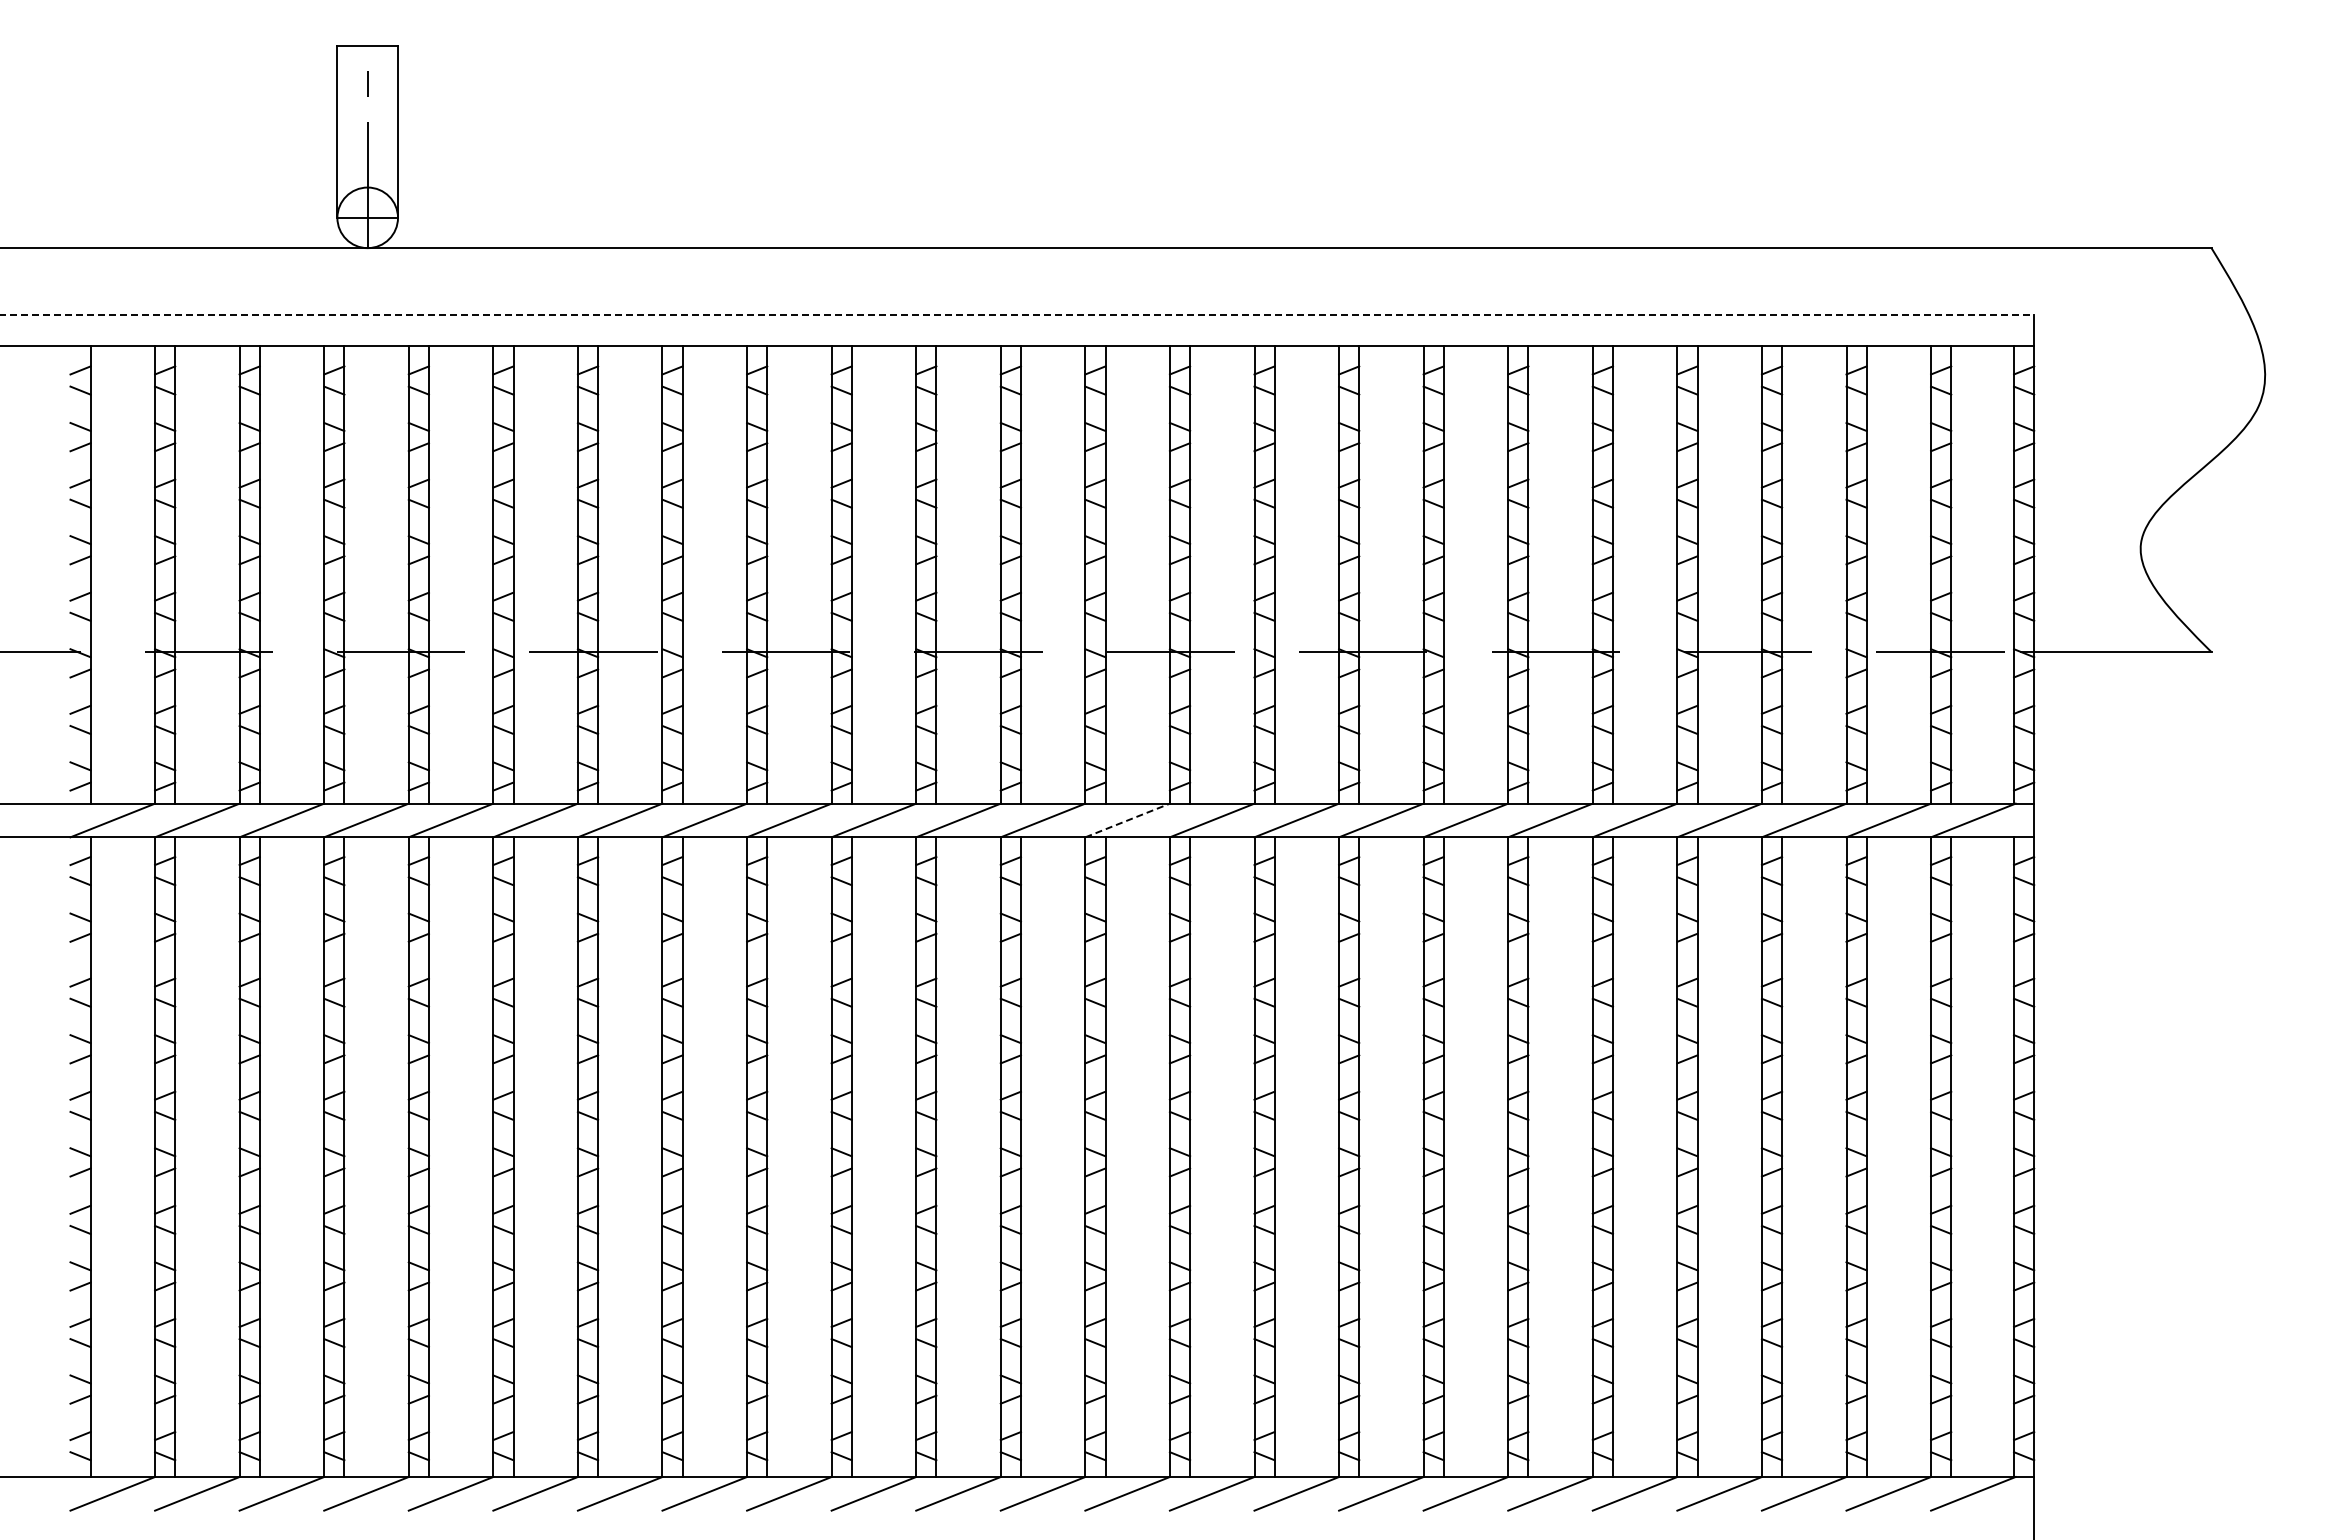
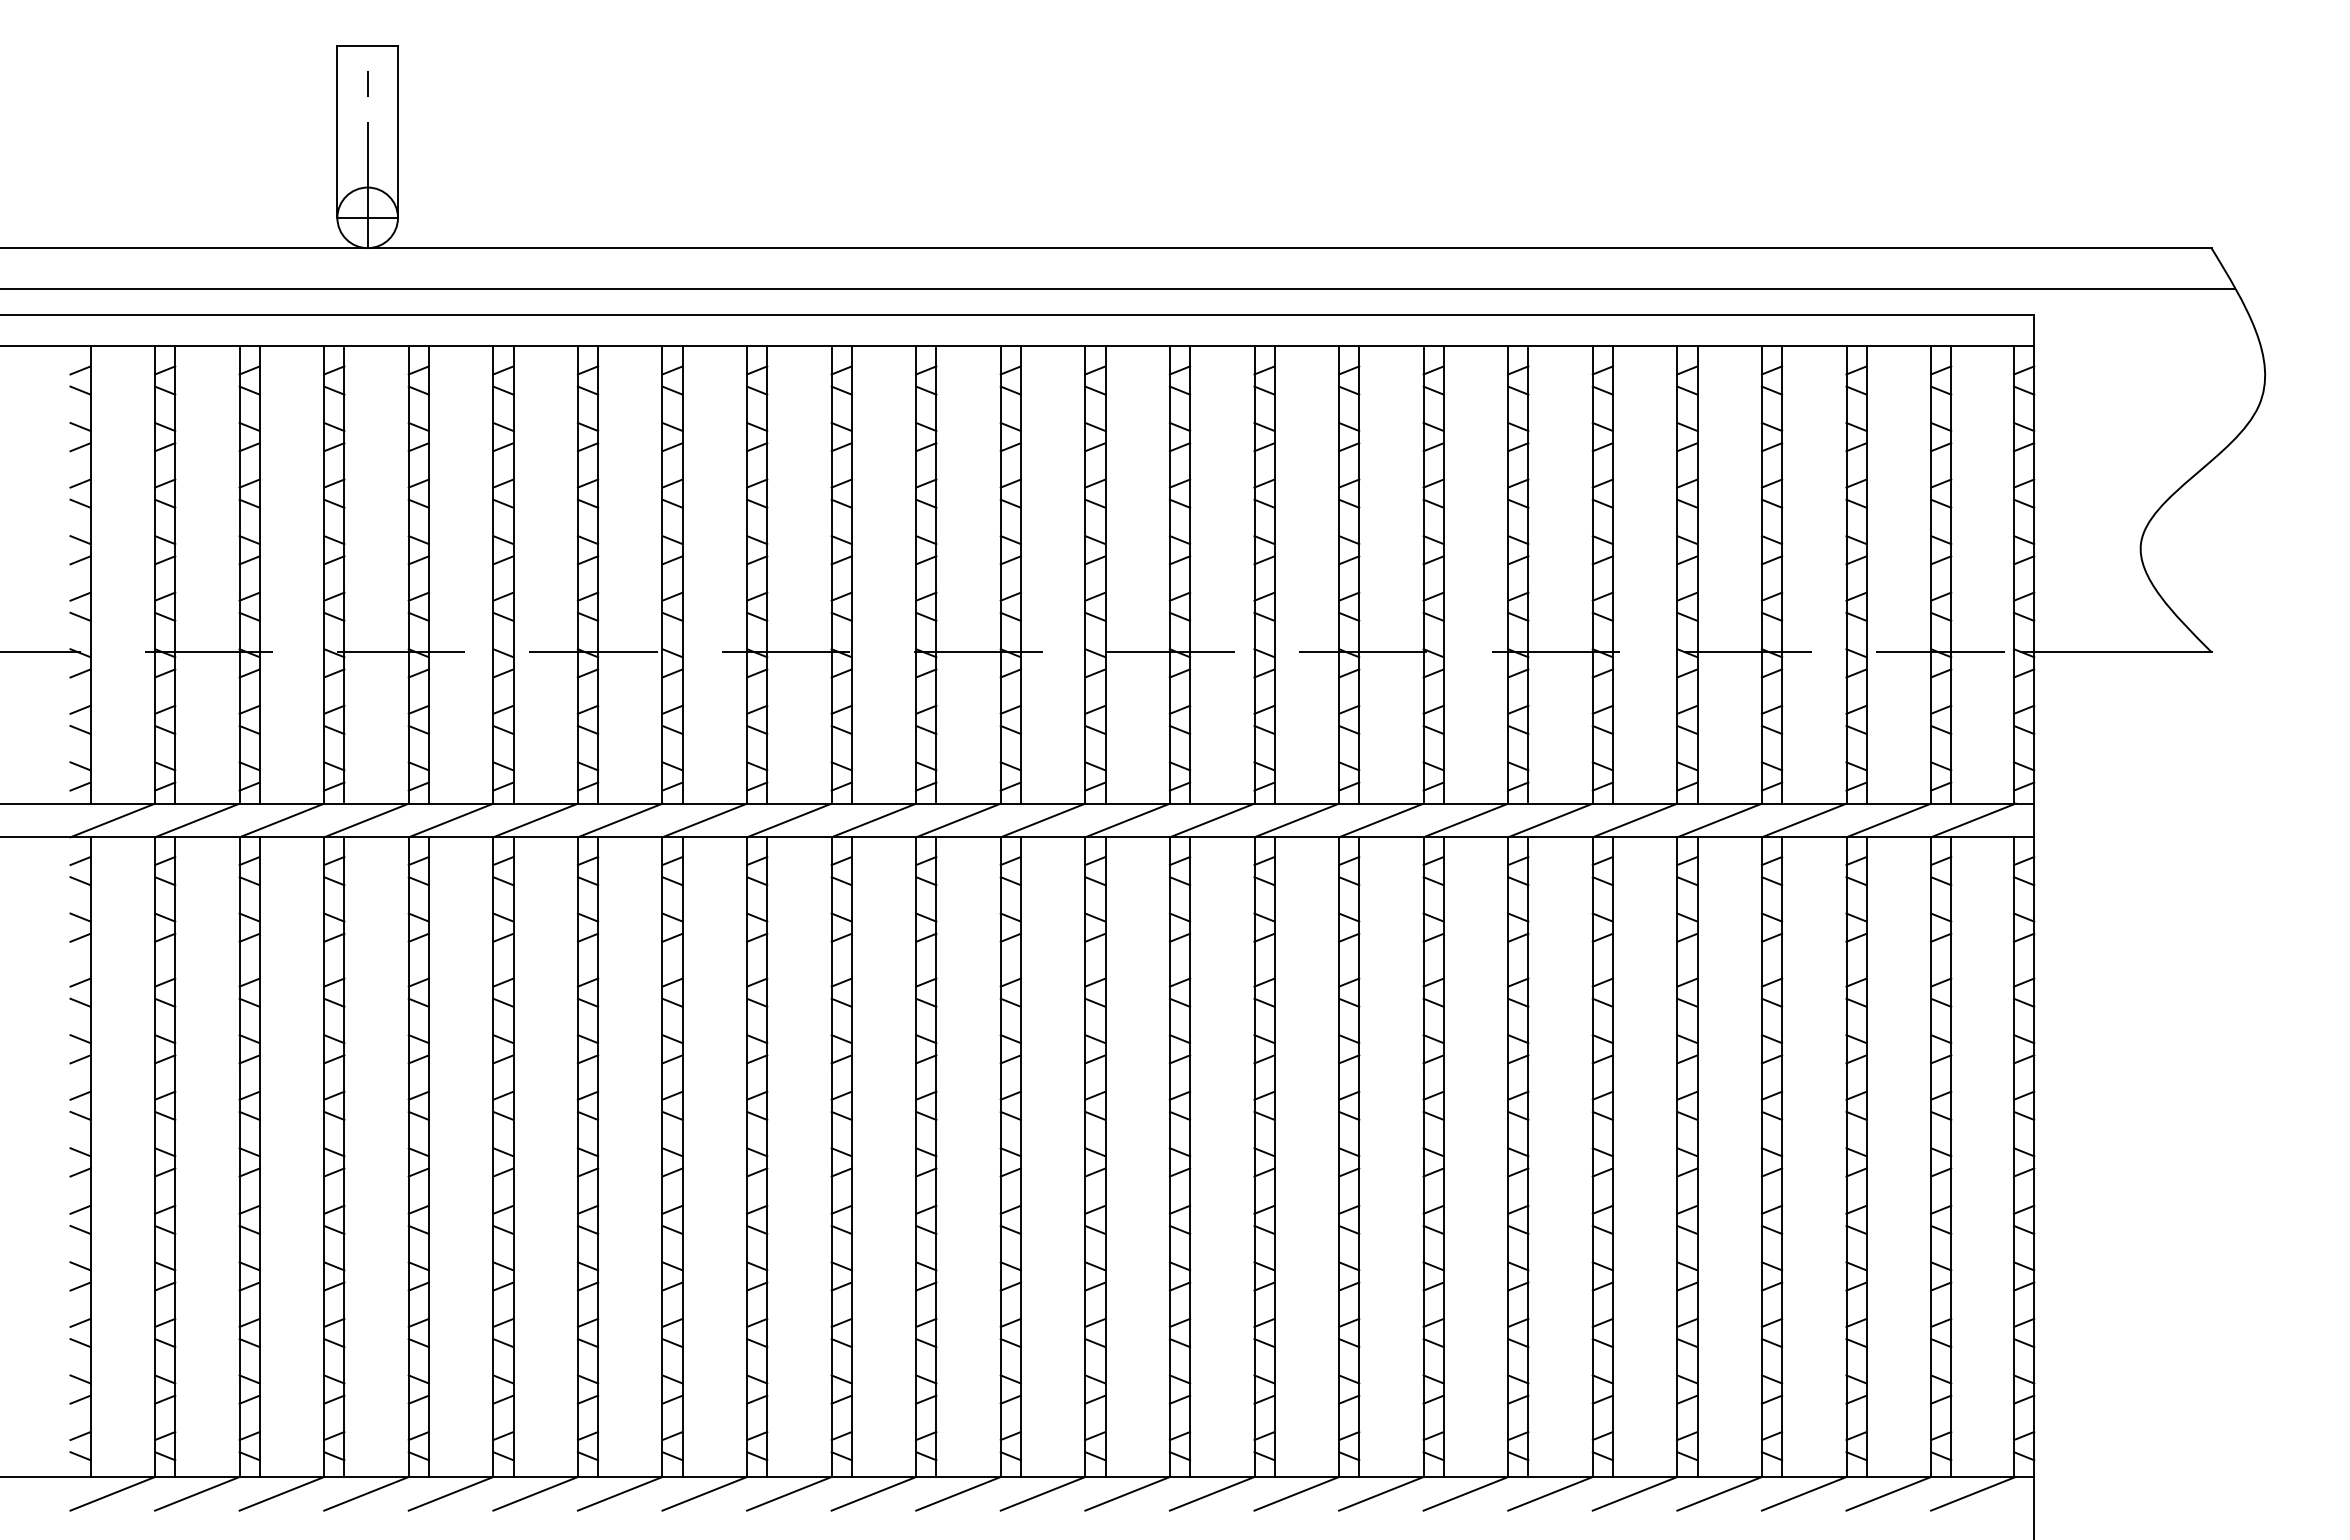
line at (1118, 288): none -> present
line at (1017, 315): dashed -> solid
line at (1127, 820): dashed -> solid
